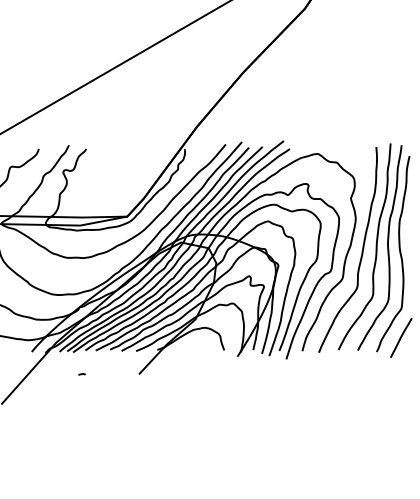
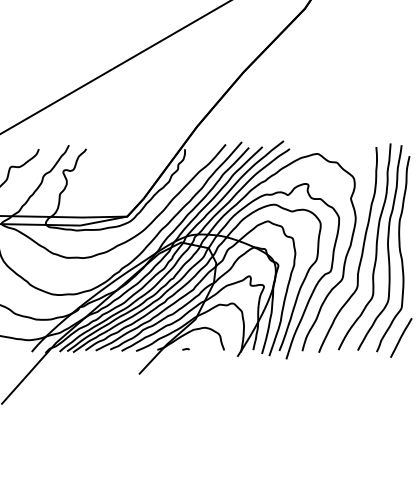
curve at (81, 374) position: (81, 374) -> (185, 349)
